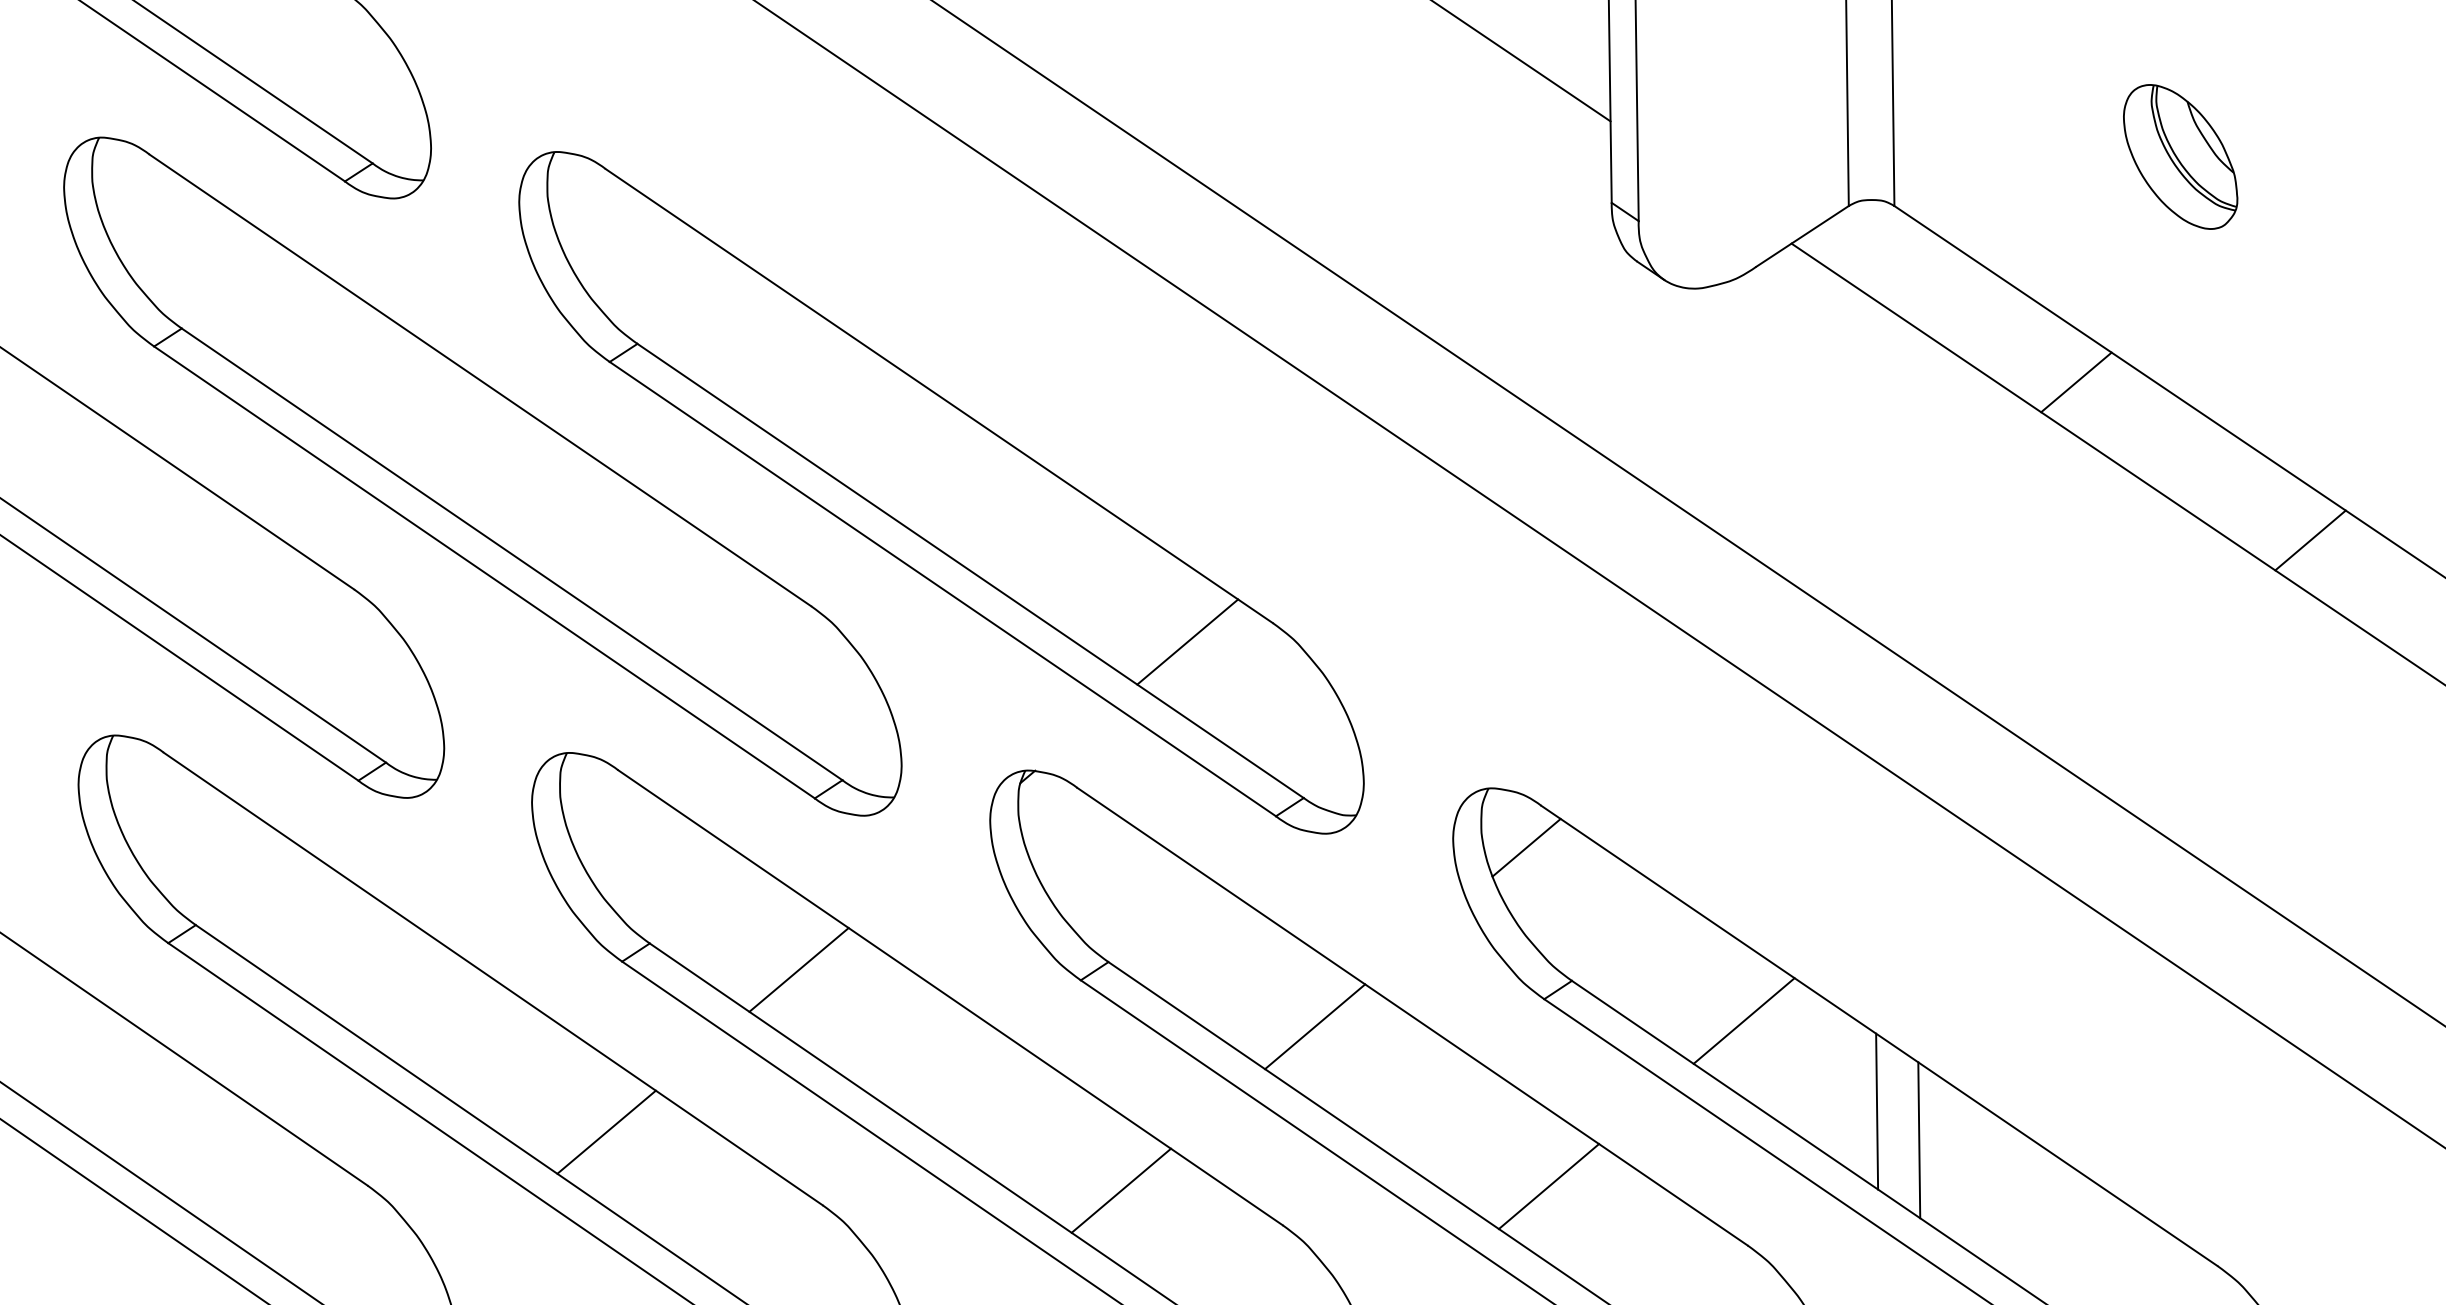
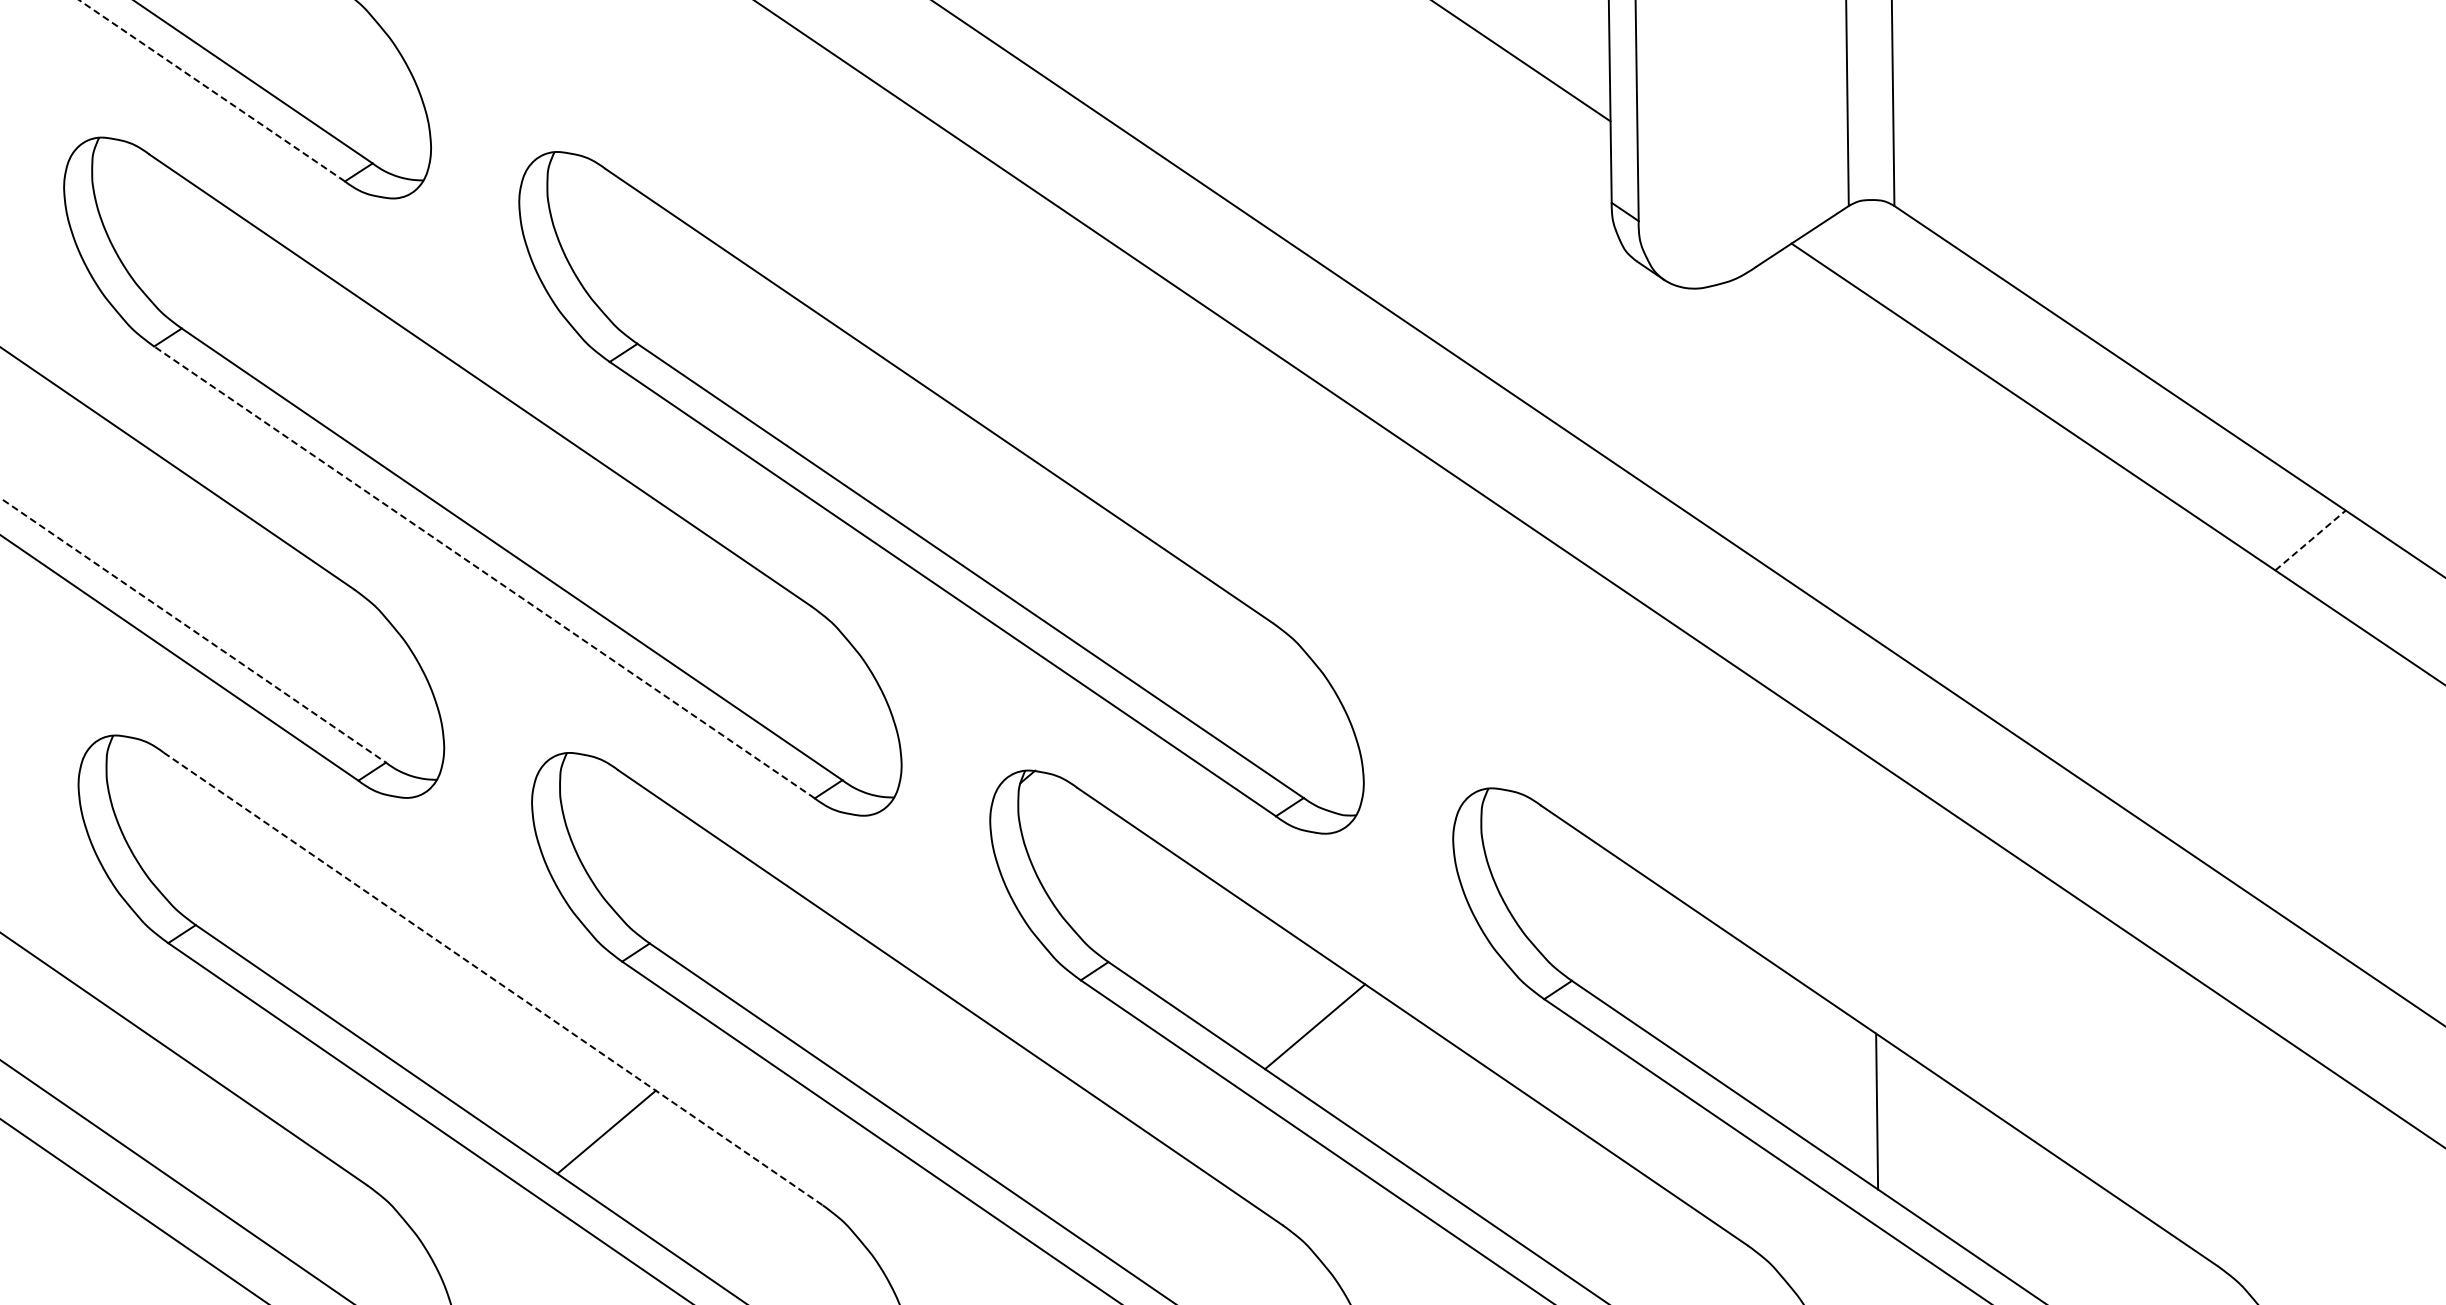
line at (212, 90): solid -> dashed
part at (2180, 156): present -> none
line at (2076, 382): present -> none
line at (2310, 540): solid -> dashed
line at (484, 572): solid -> dashed
line at (193, 630): solid -> dashed
line at (1187, 641): present -> none
line at (1526, 847): present -> none
line at (798, 969): present -> none
line at (493, 979): solid -> dashed
line at (1743, 1020): present -> none
line at (1919, 1140): present -> none
line at (1548, 1186): present -> none
line at (1121, 1190): present -> none
line at (160, 1192) position: (160, 1192) -> (176, 1181)
